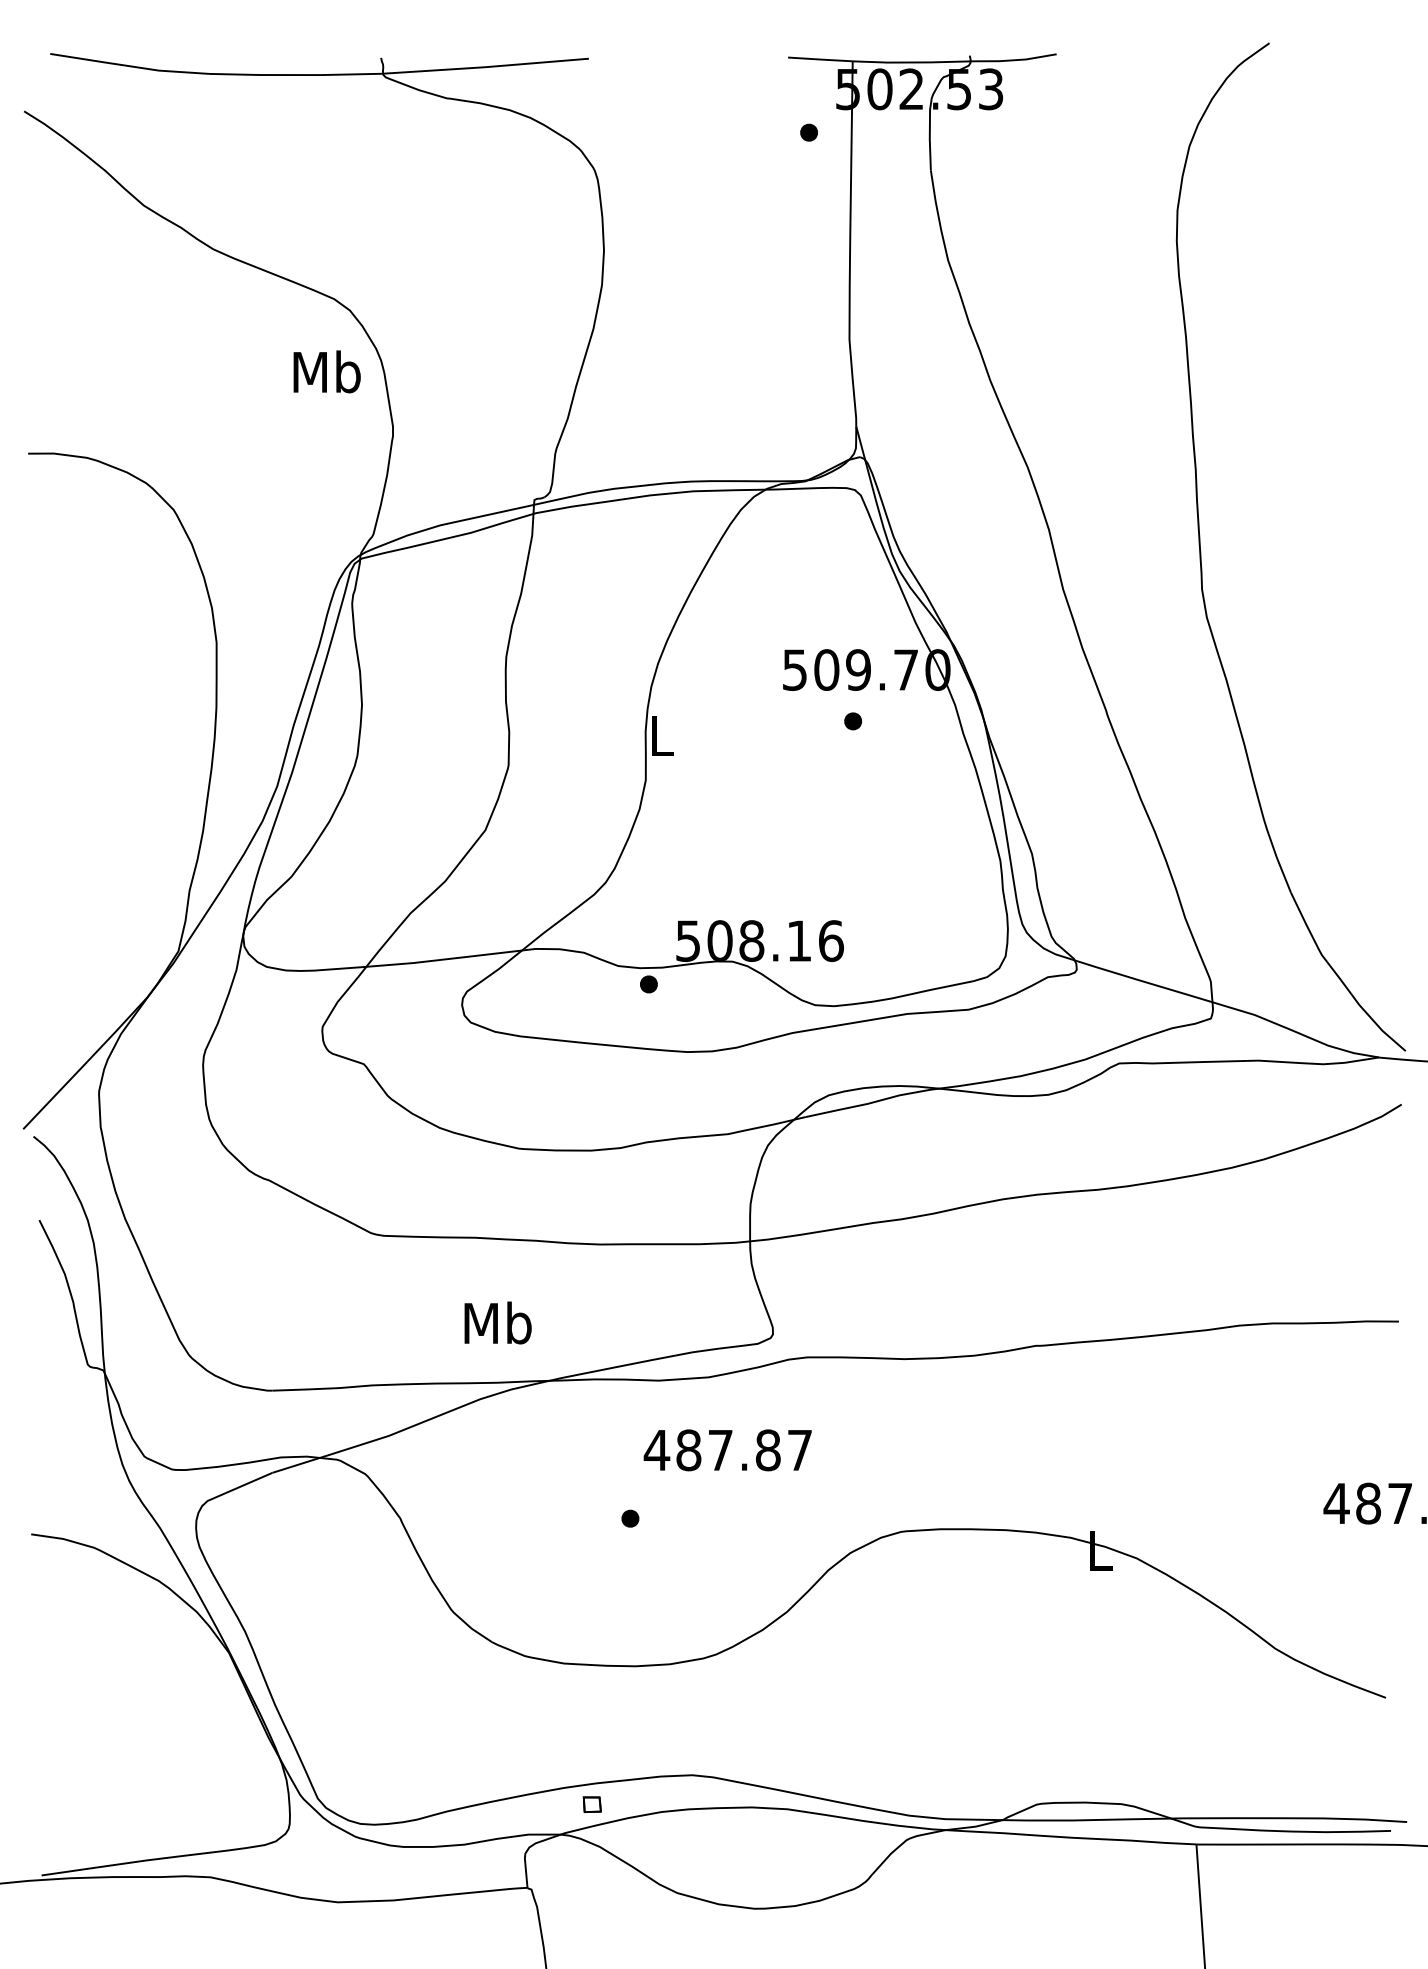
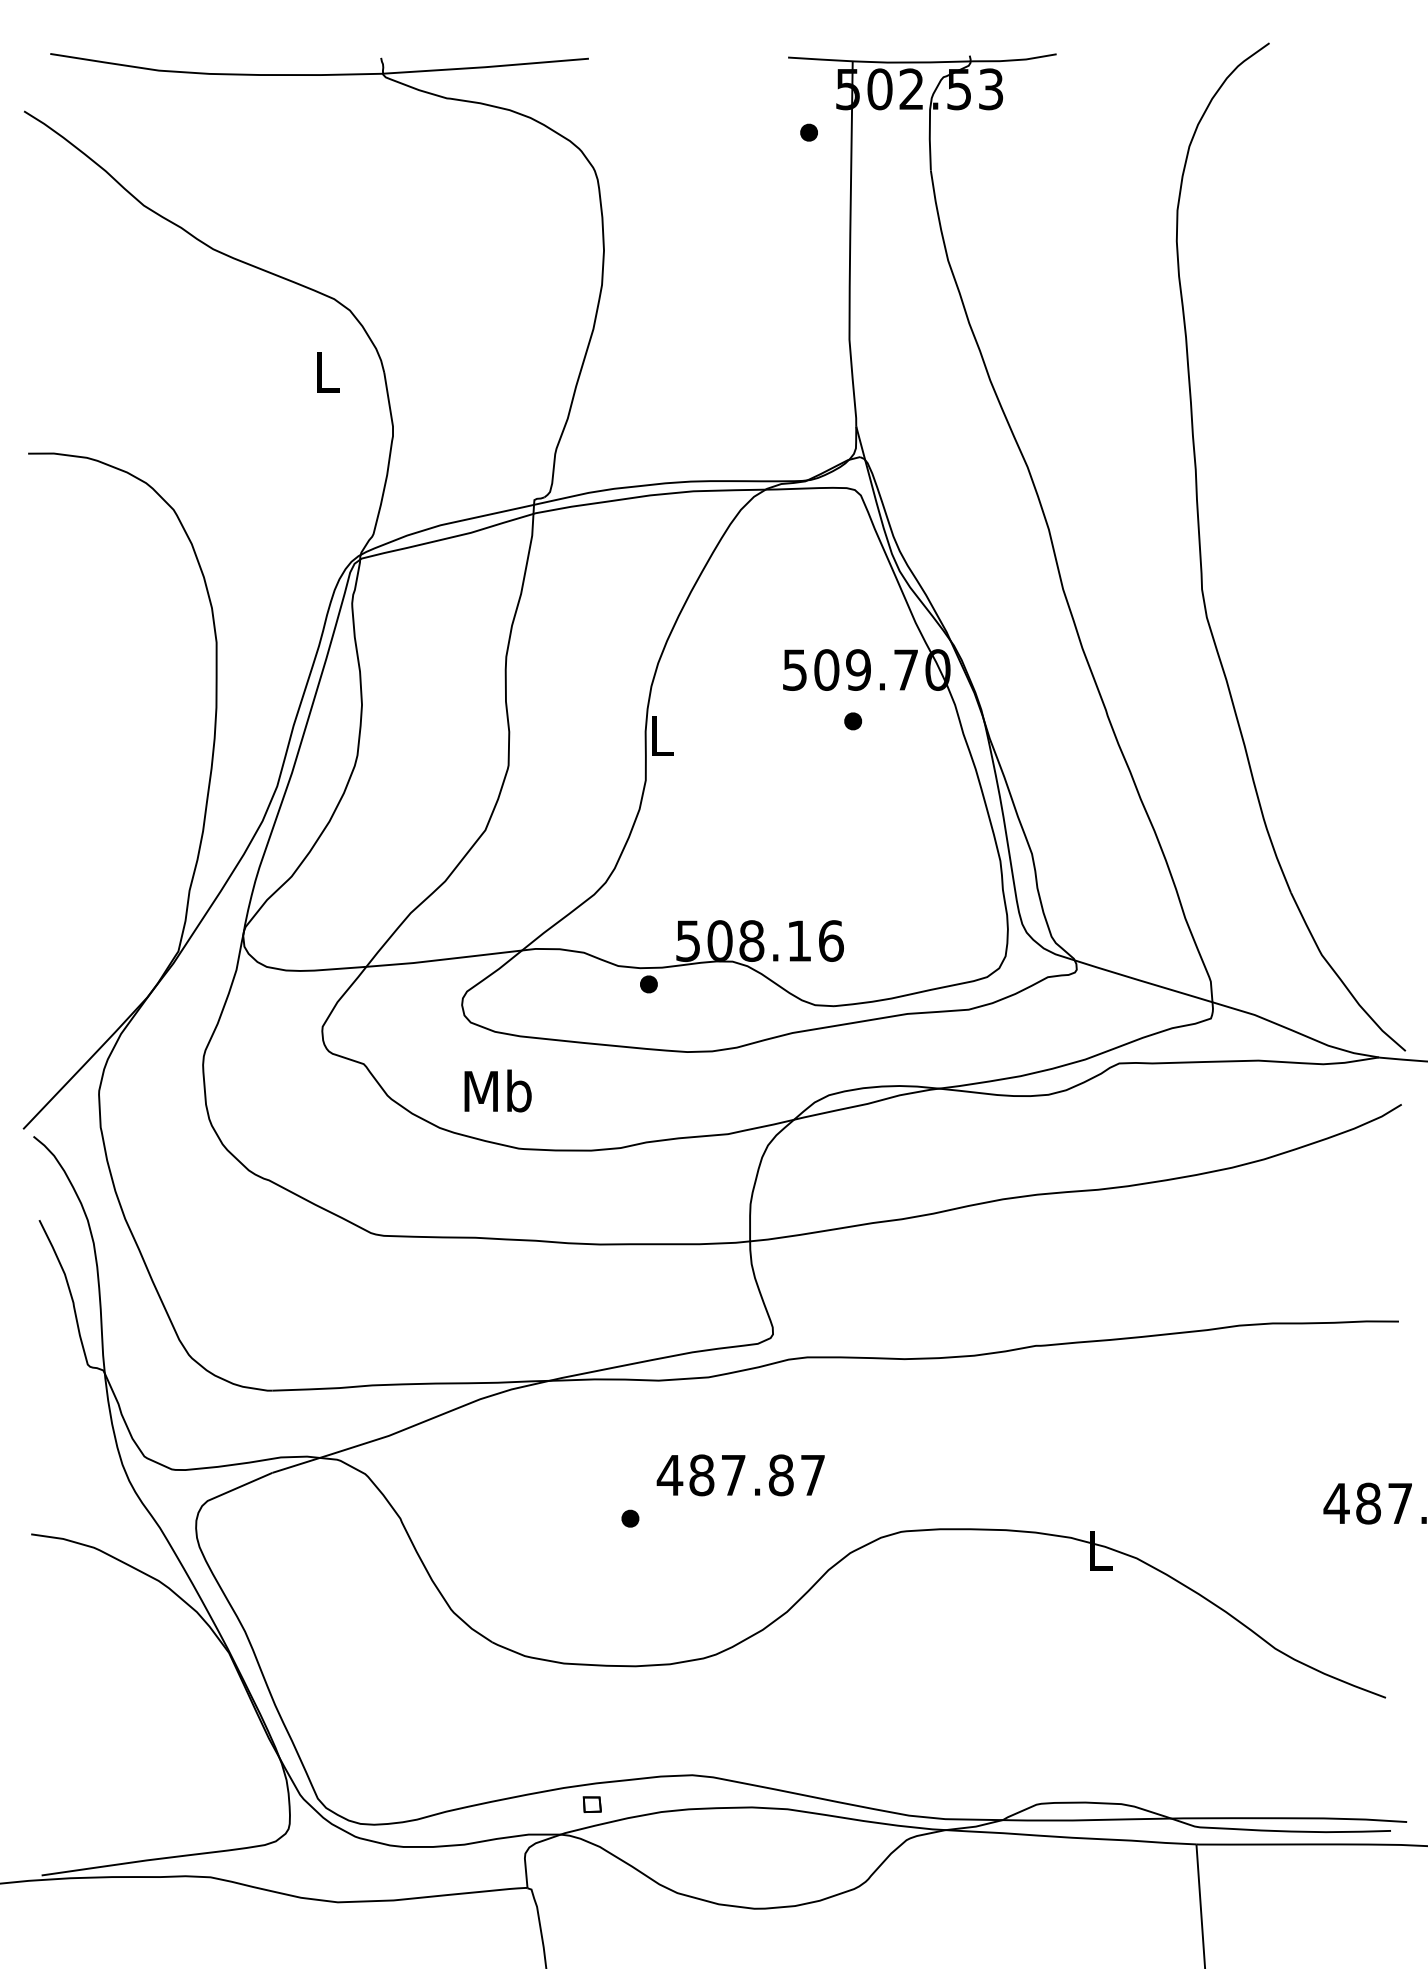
text at (326, 371): Mb -> L
text at (497, 1322) position: (497, 1322) -> (497, 1090)
text at (727, 1450) position: (727, 1450) -> (740, 1475)
